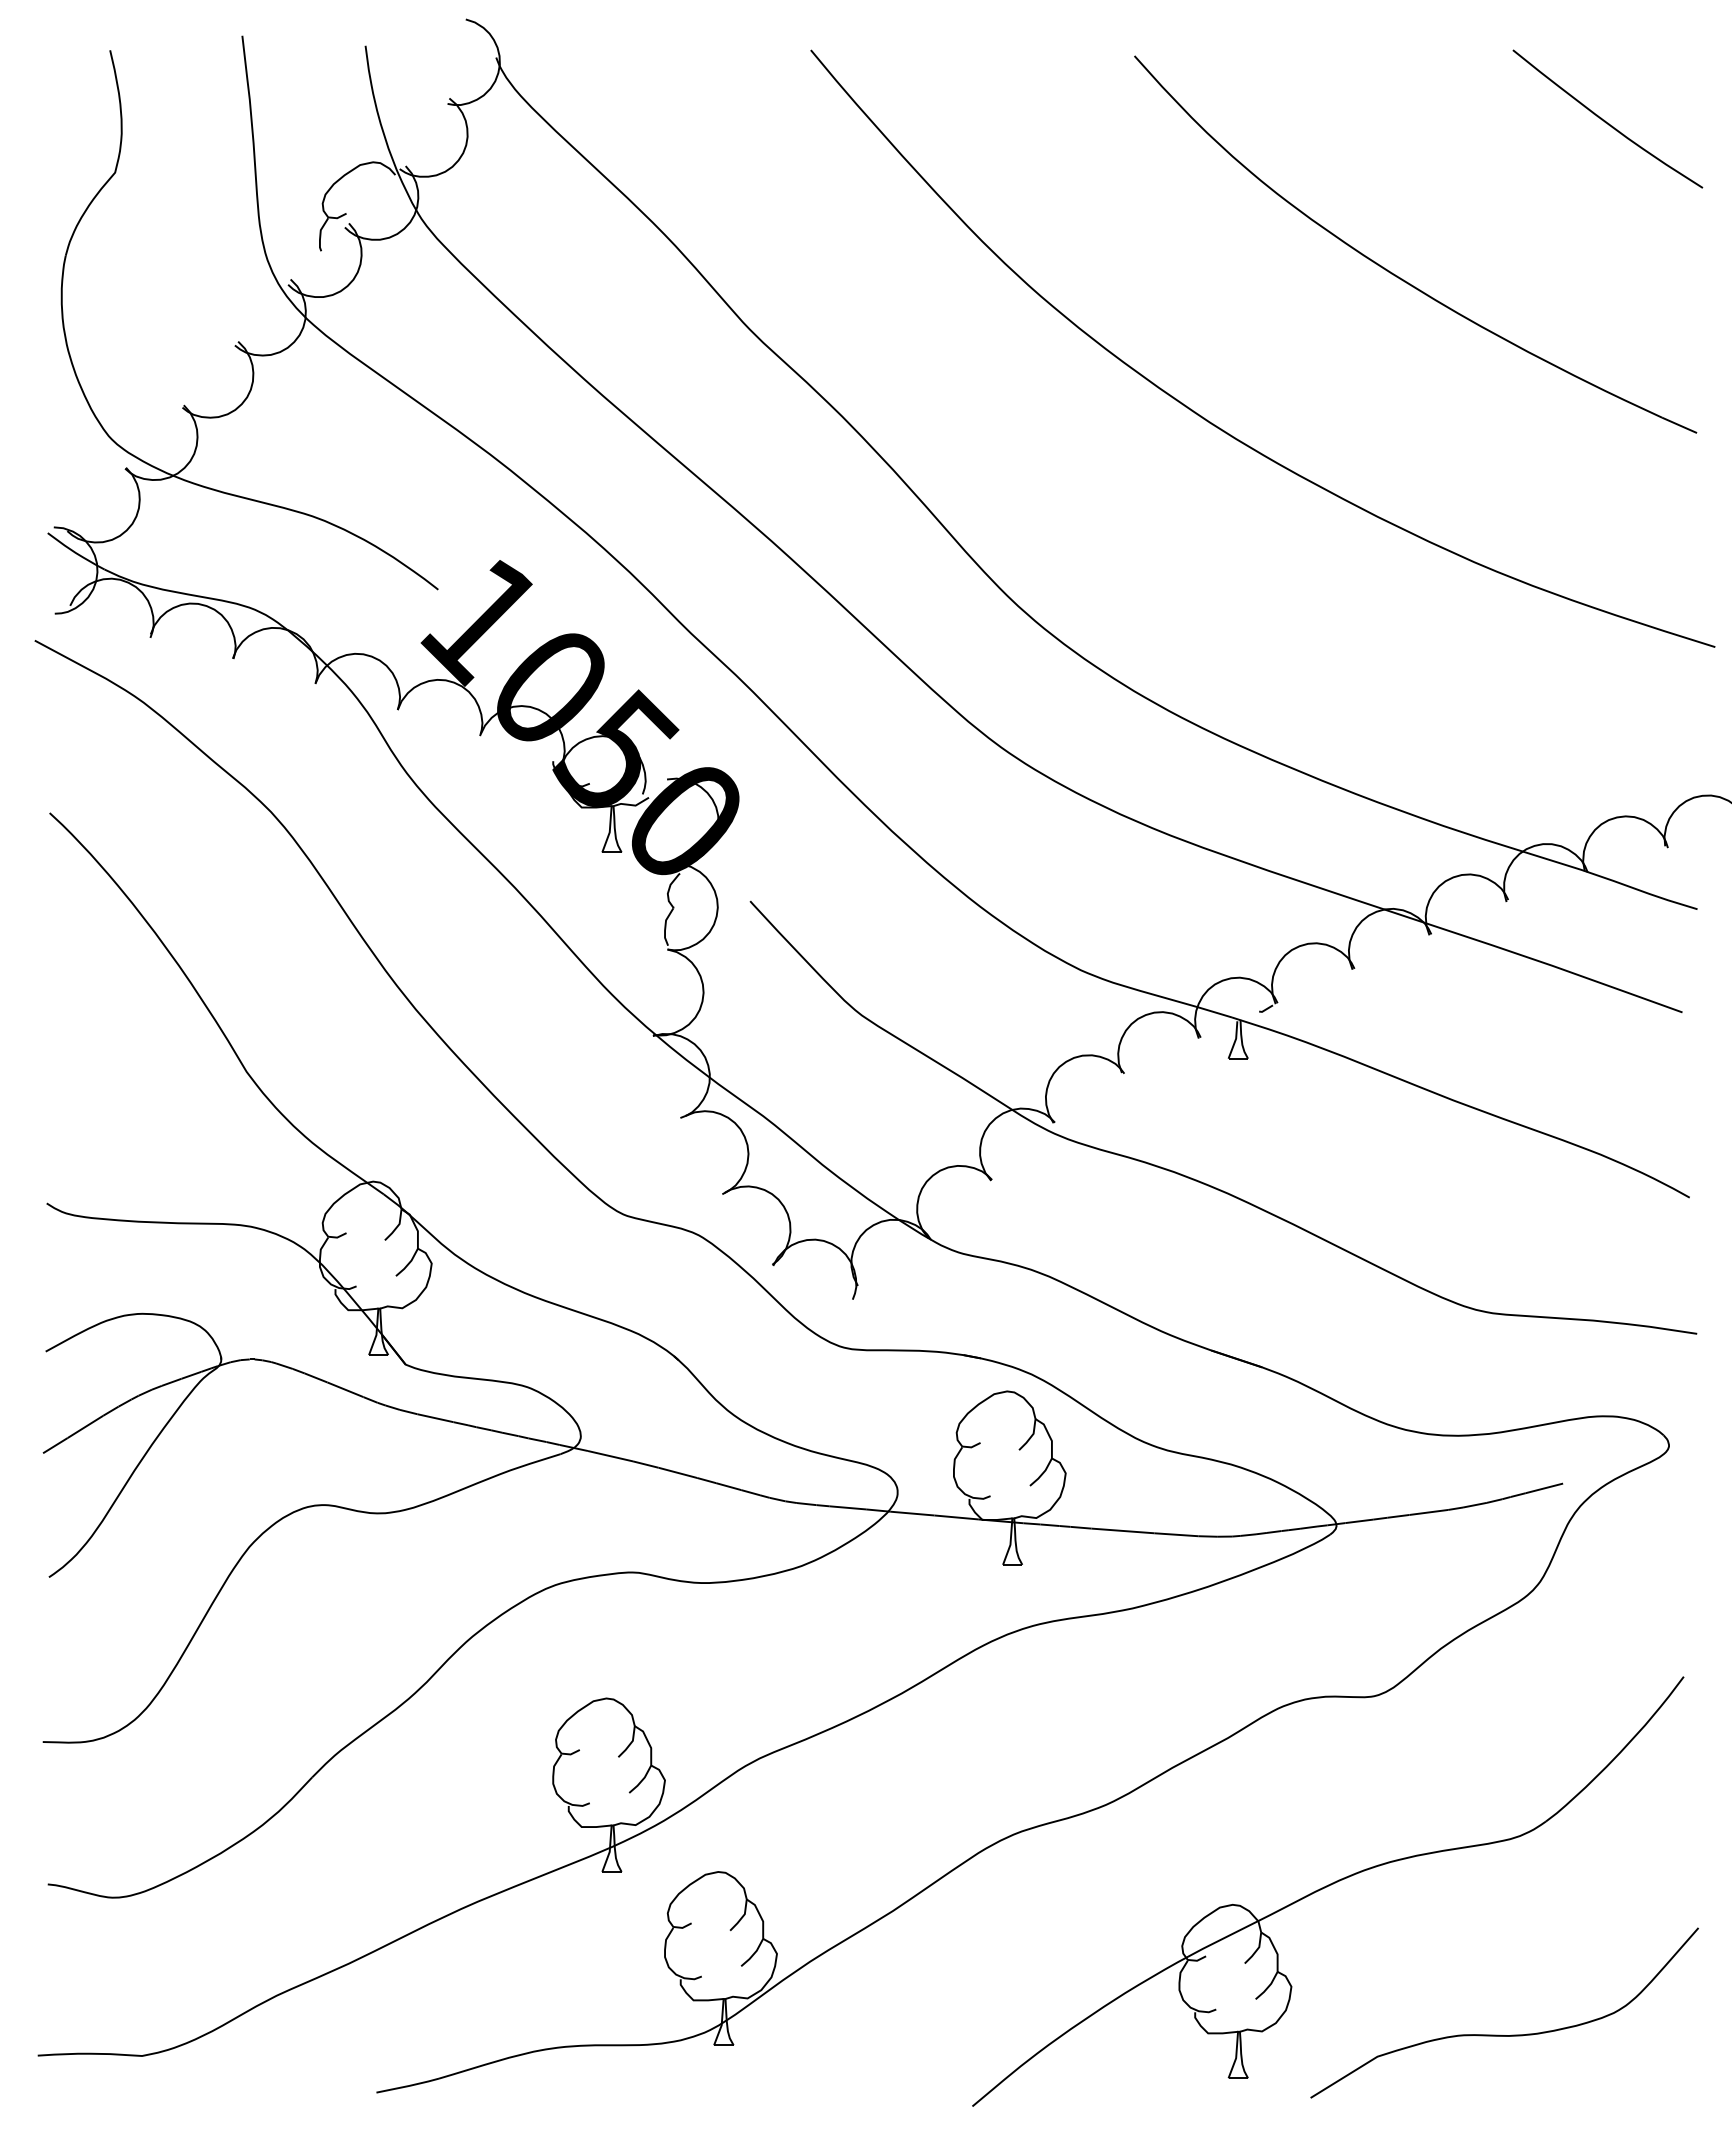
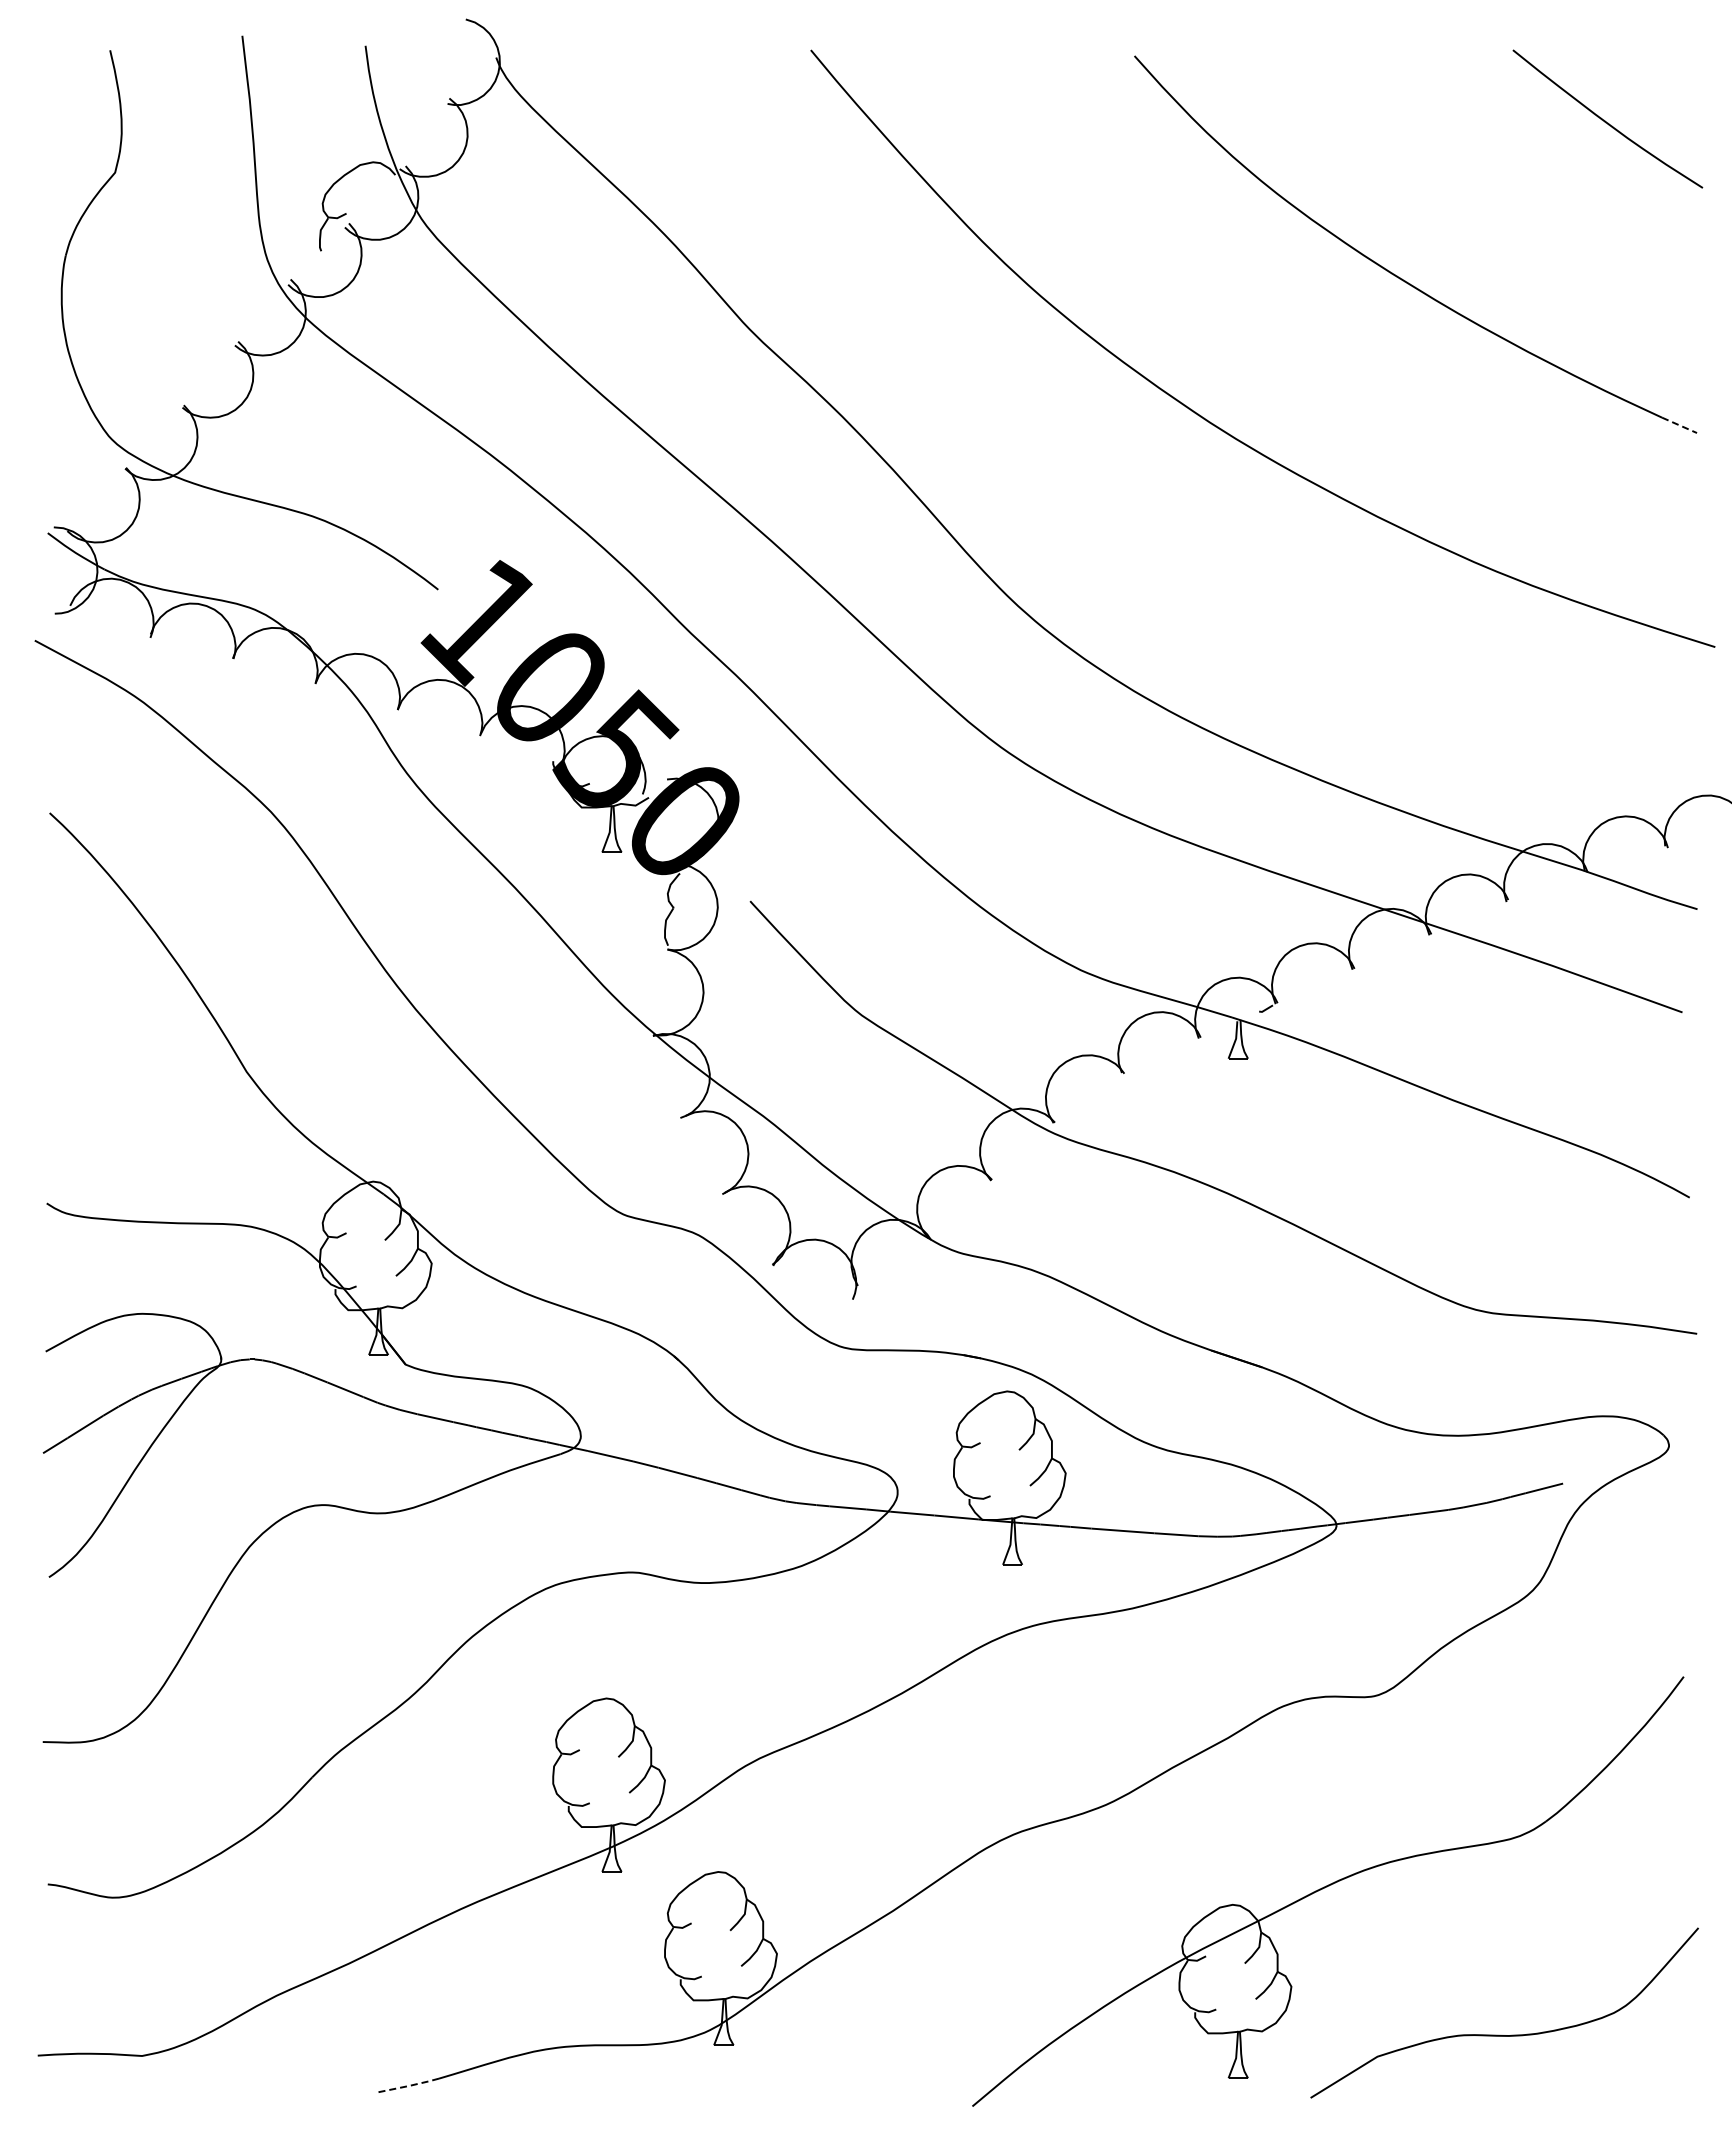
line at (1680, 425): solid -> dashed
line at (408, 2086): solid -> dashed
